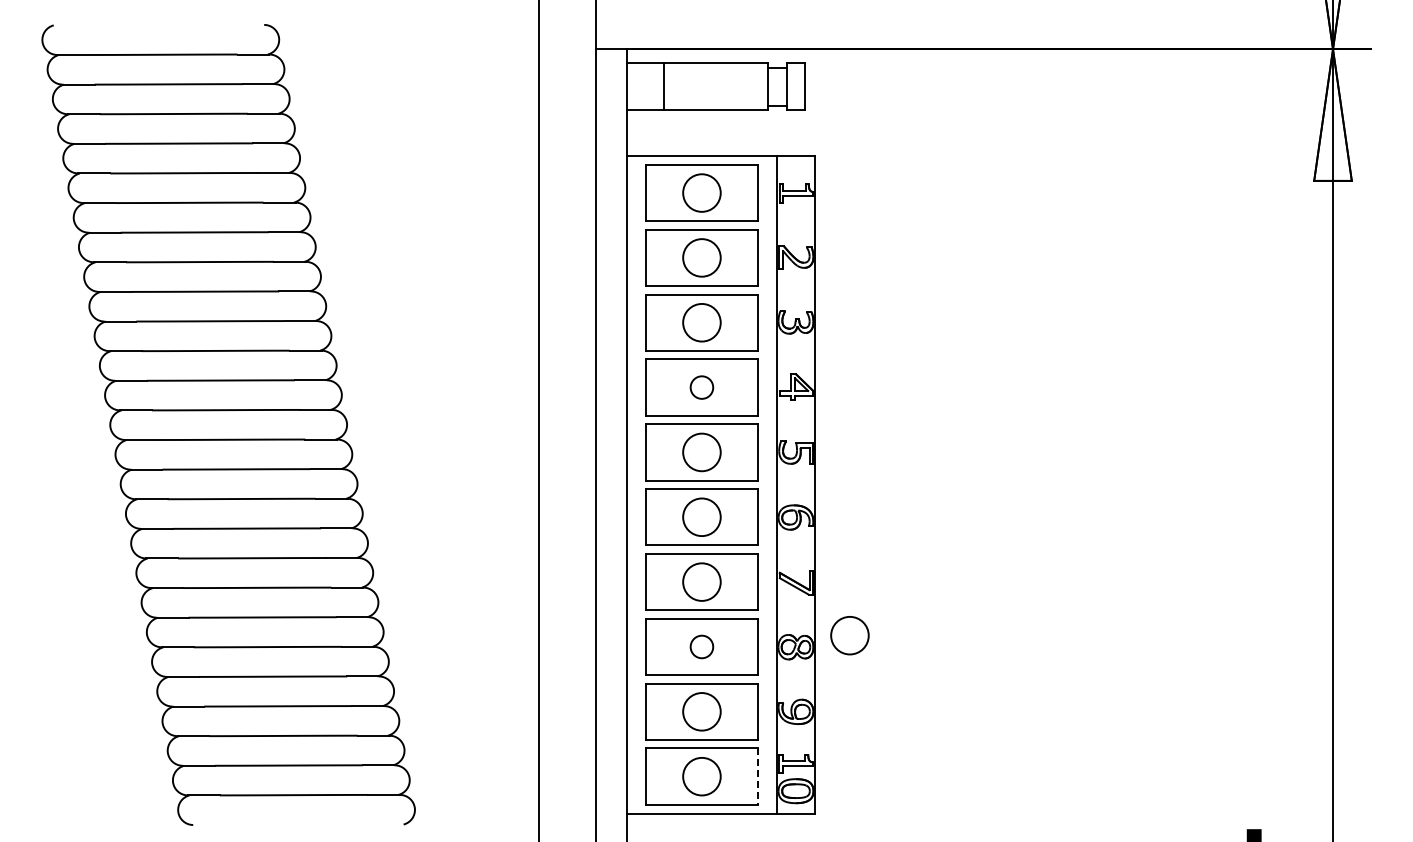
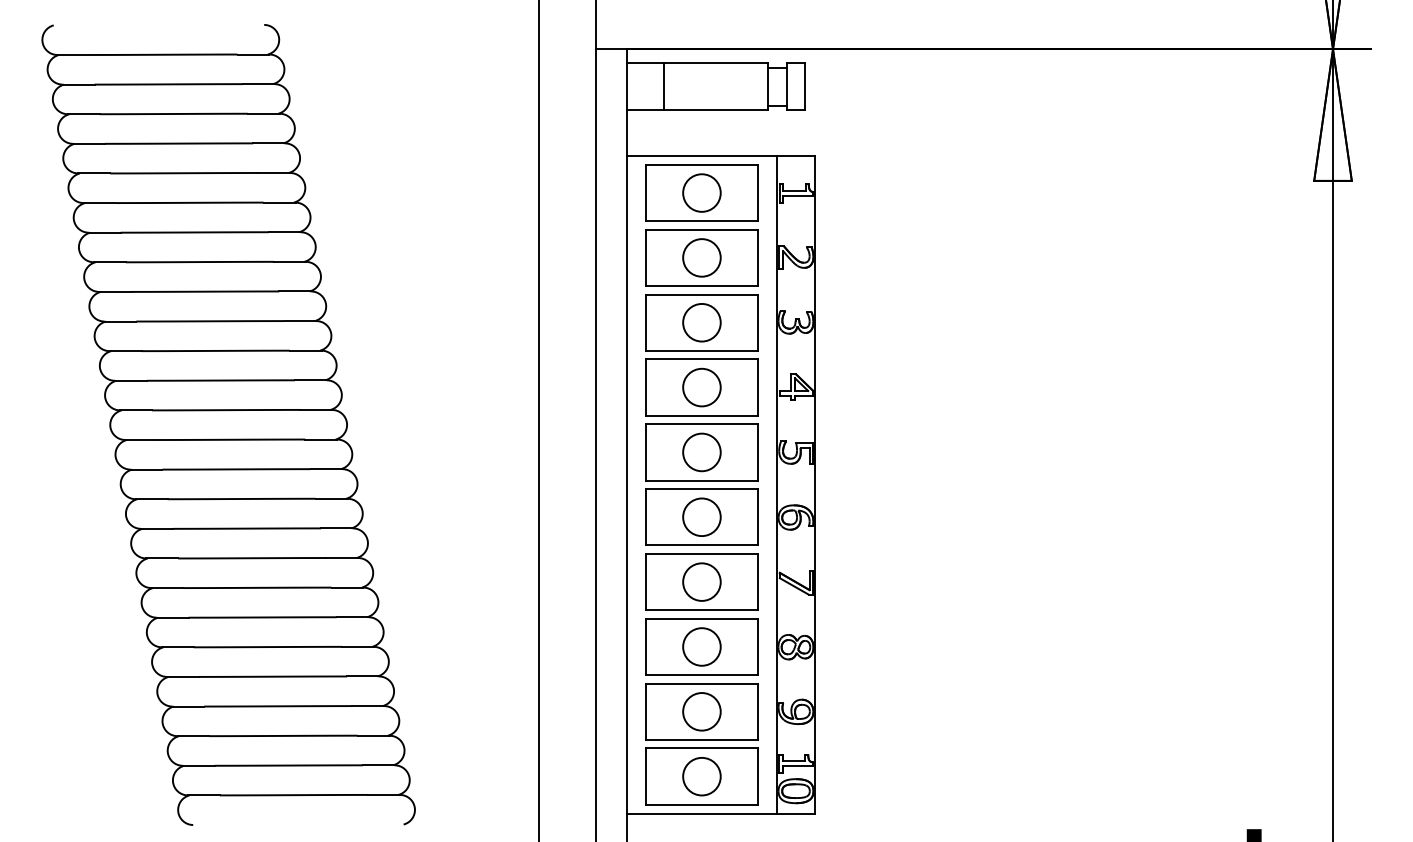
circle at (701, 387) diameter: 23 px -> 38 px
circle at (849, 635): present -> none
circle at (701, 646) diameter: 23 px -> 38 px
line at (758, 777): dashed -> solid
